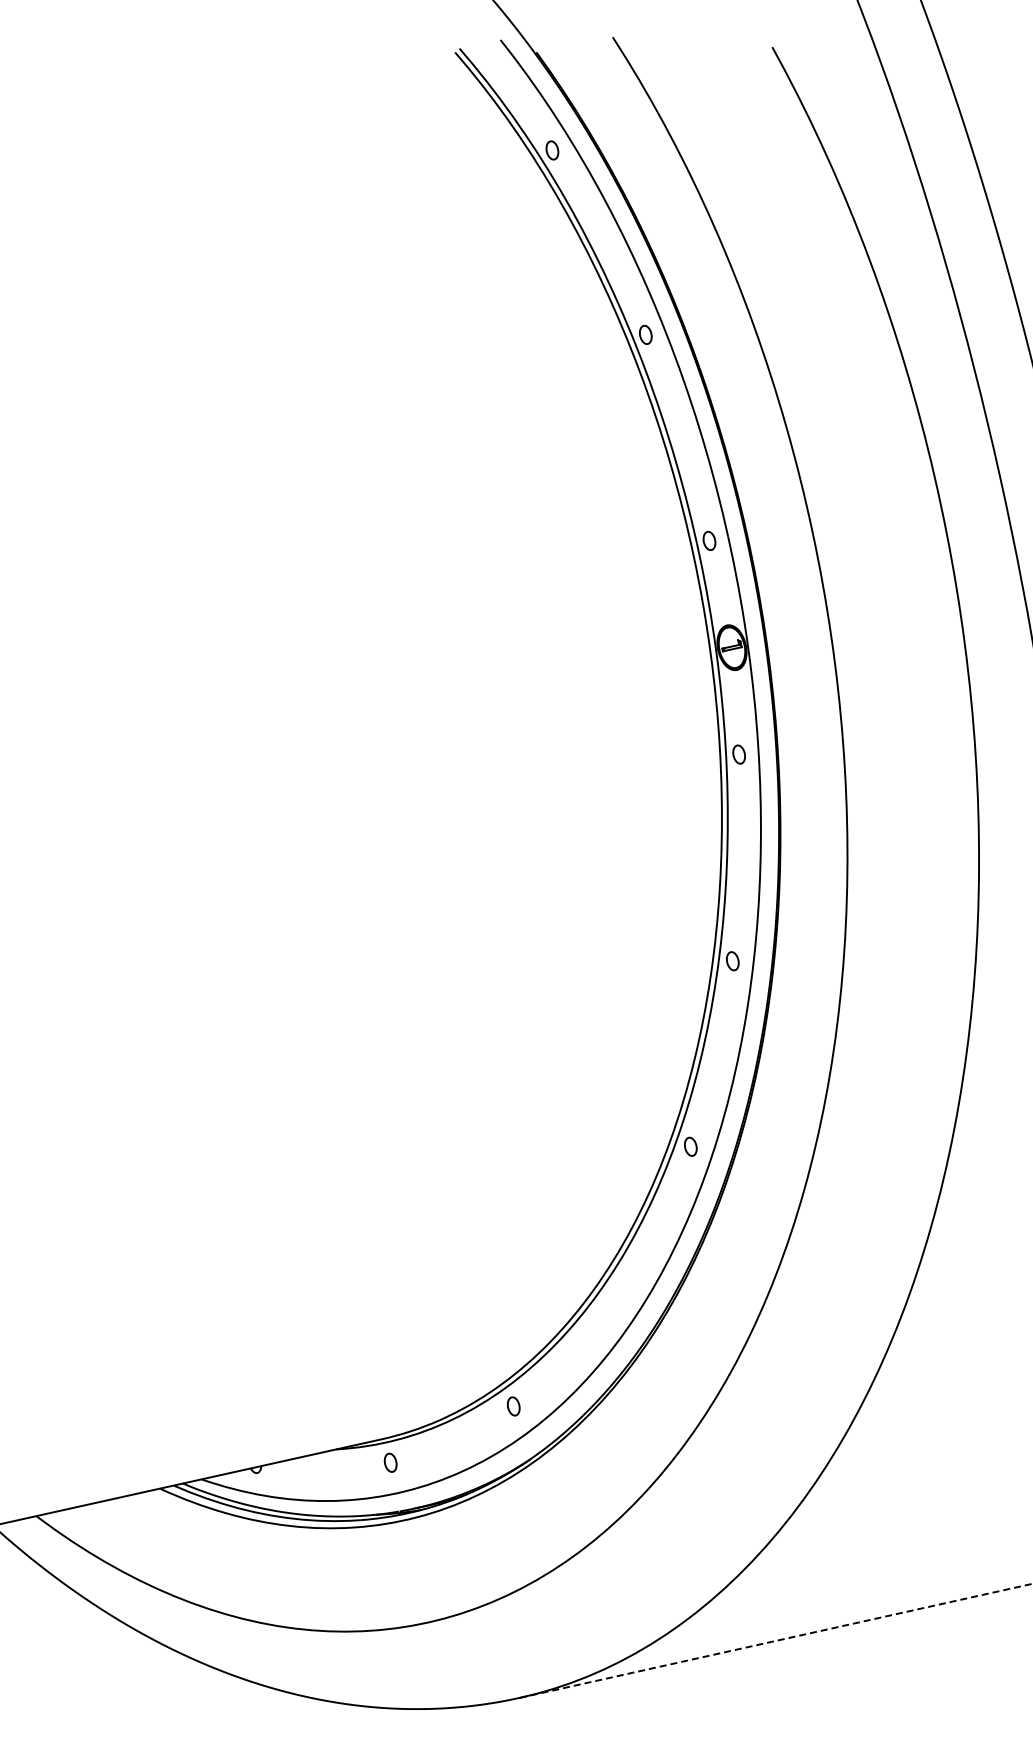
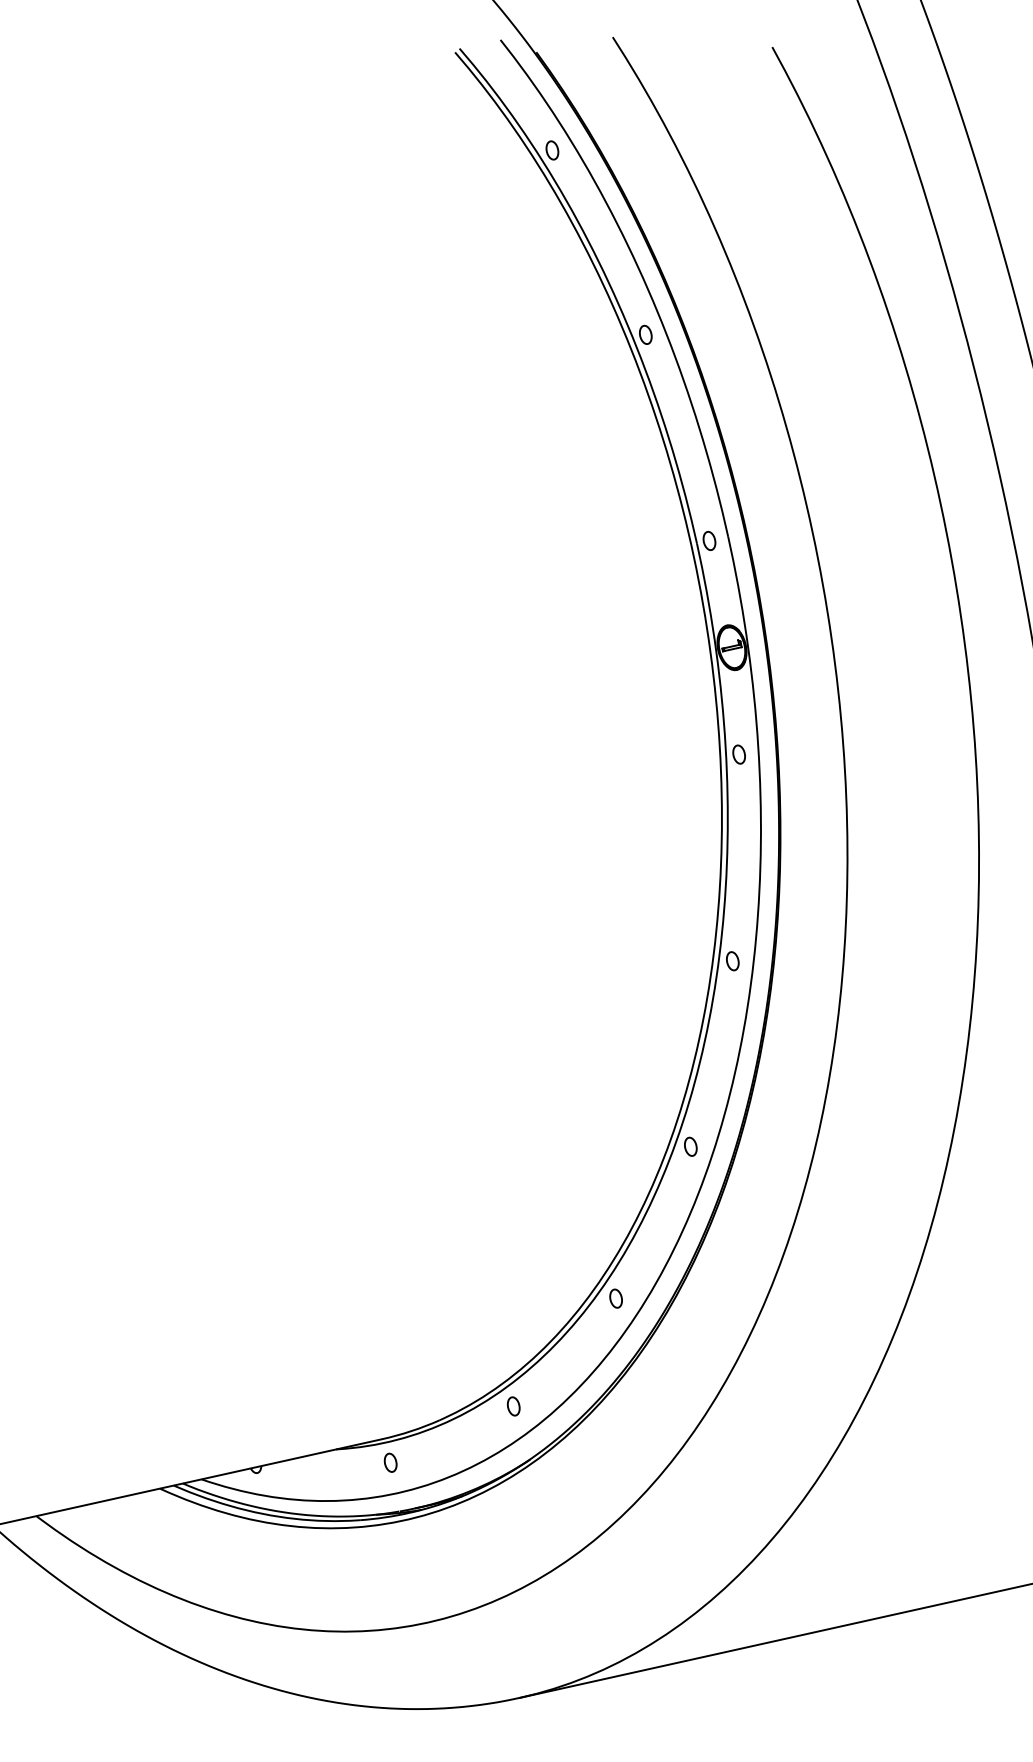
part at (615, 1298): none -> present
line at (776, 1640): dashed -> solid
